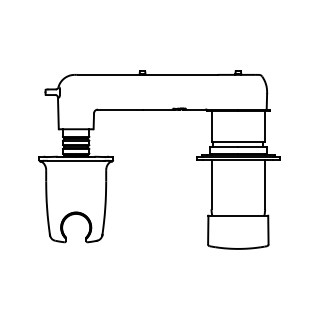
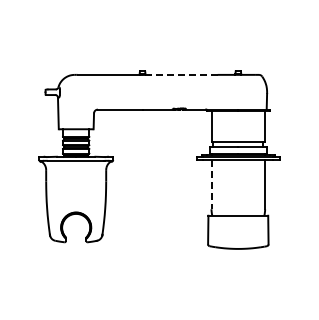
line at (180, 74): solid -> dashed
line at (211, 184): solid -> dashed
